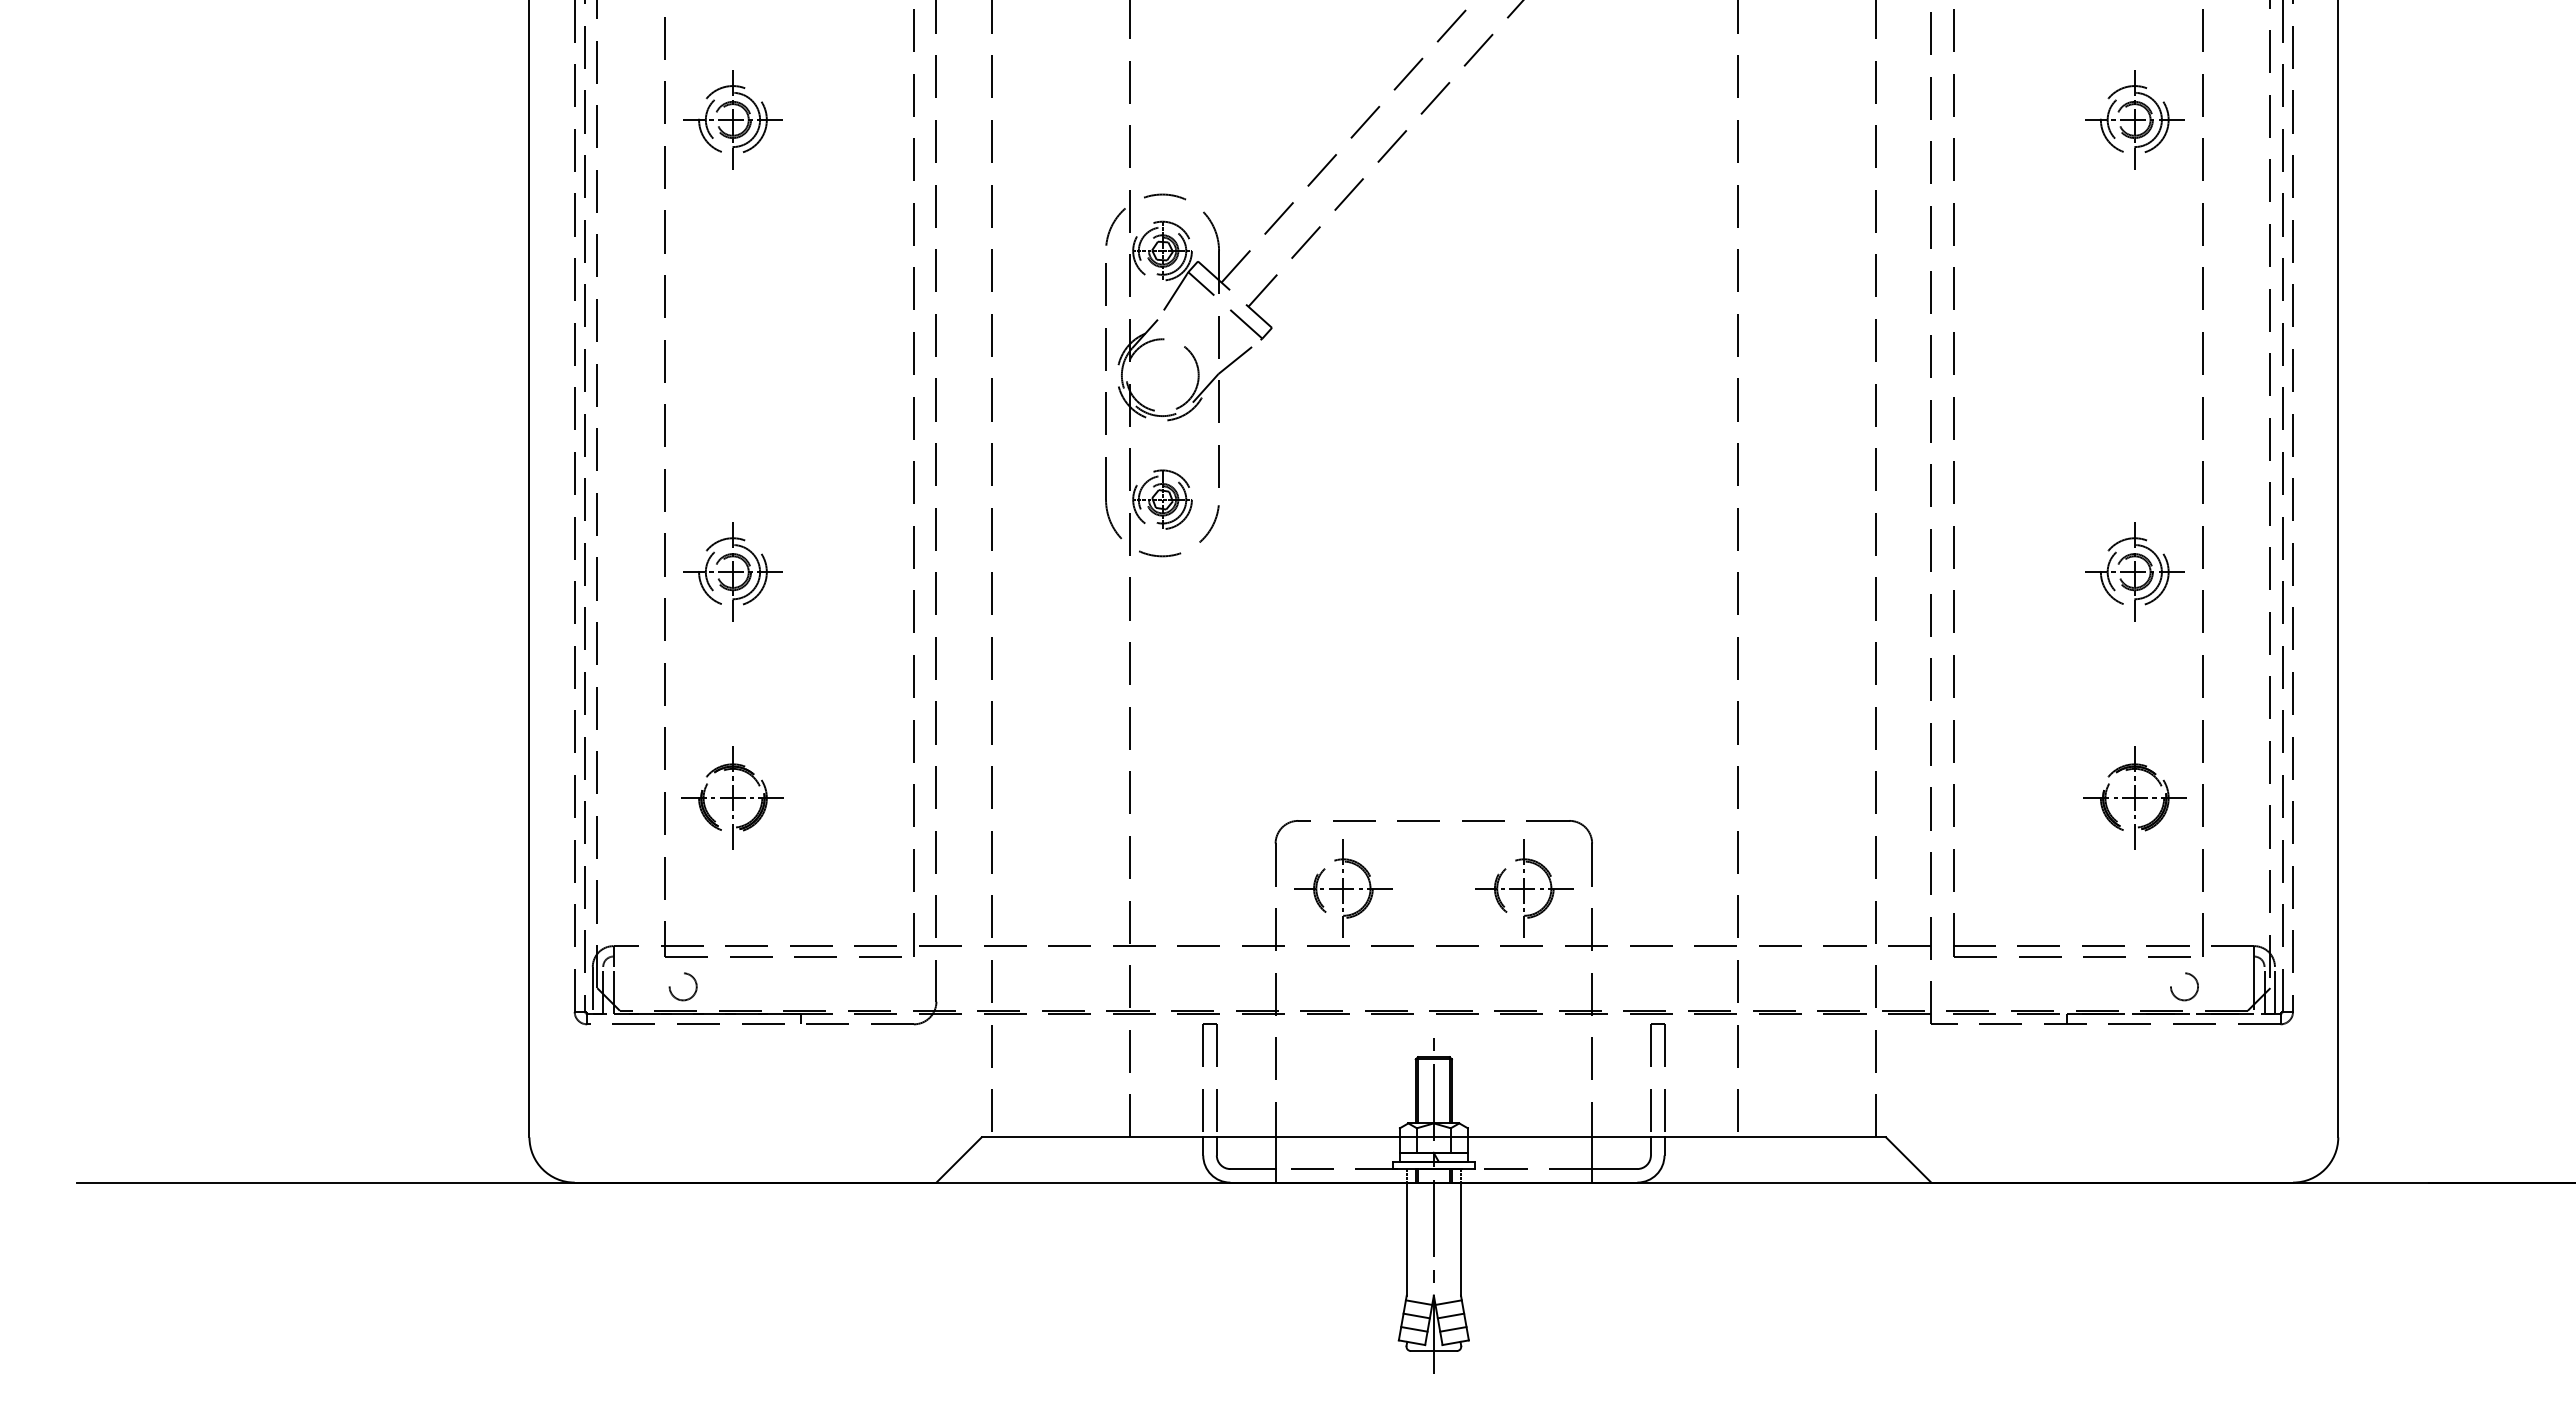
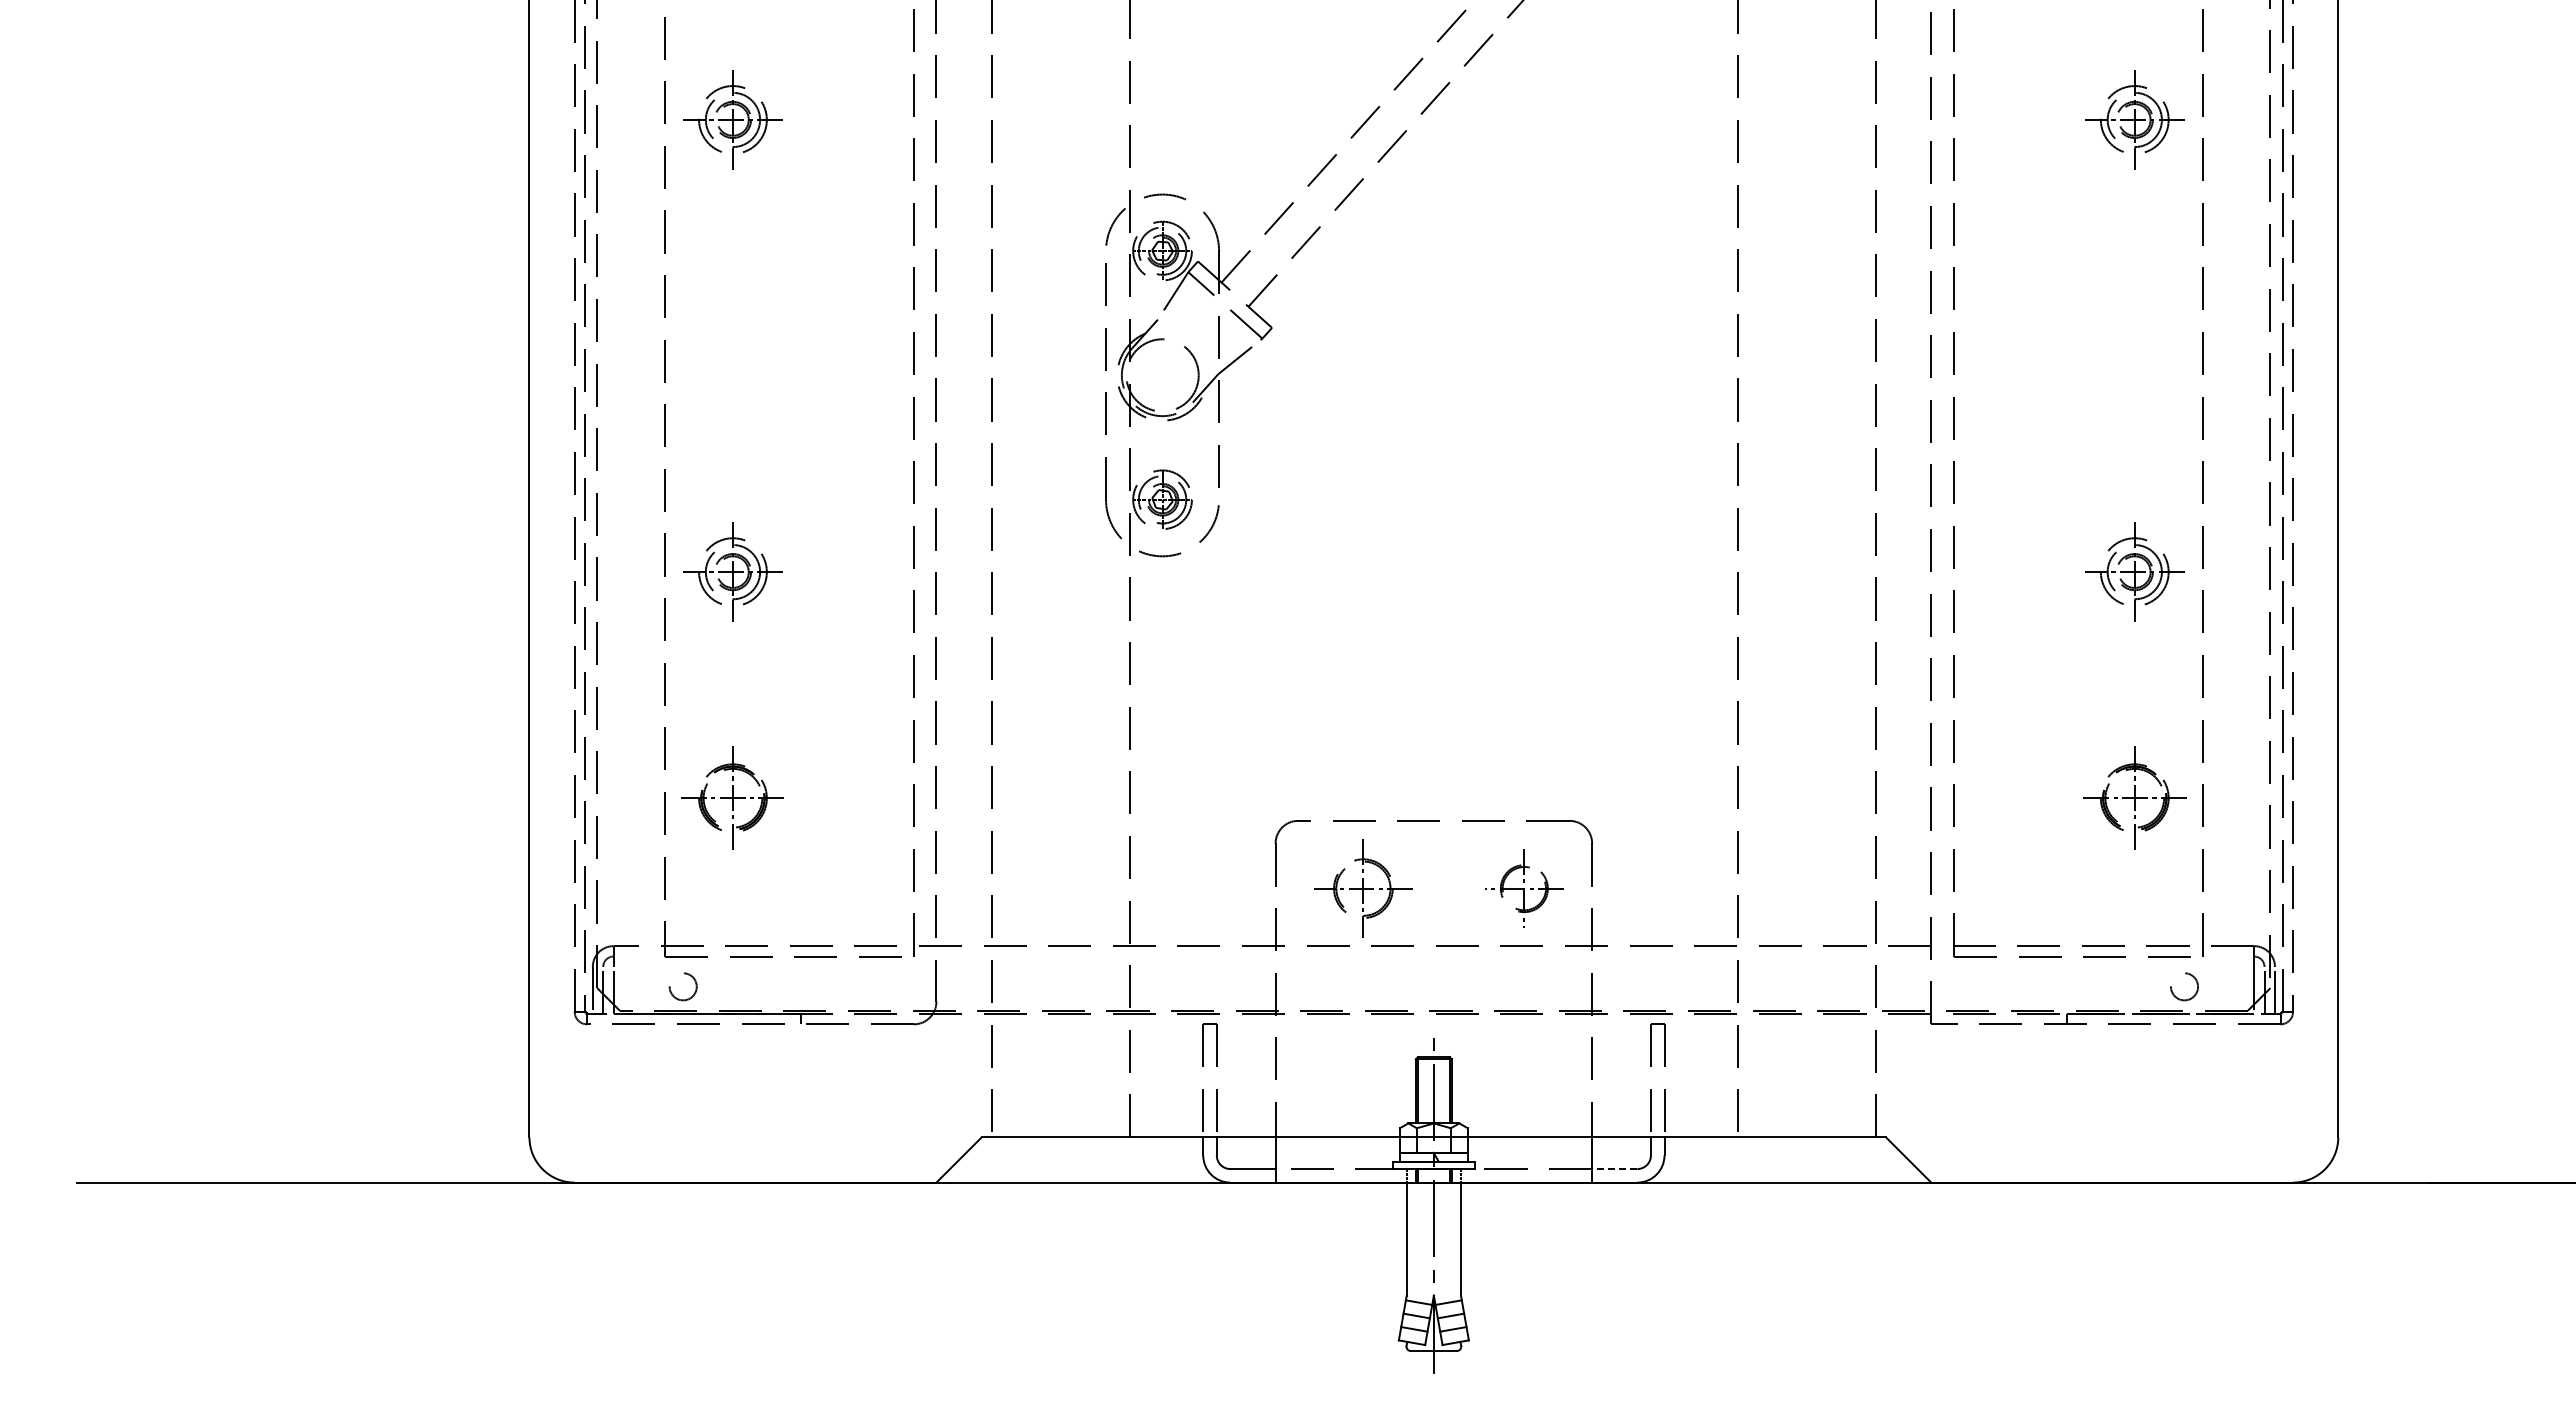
part at (1343, 888) position: (1343, 888) -> (1363, 888)
part at (1524, 888) size: 99x99 px -> 79x79 px
line at (1614, 1169): solid -> dashed
